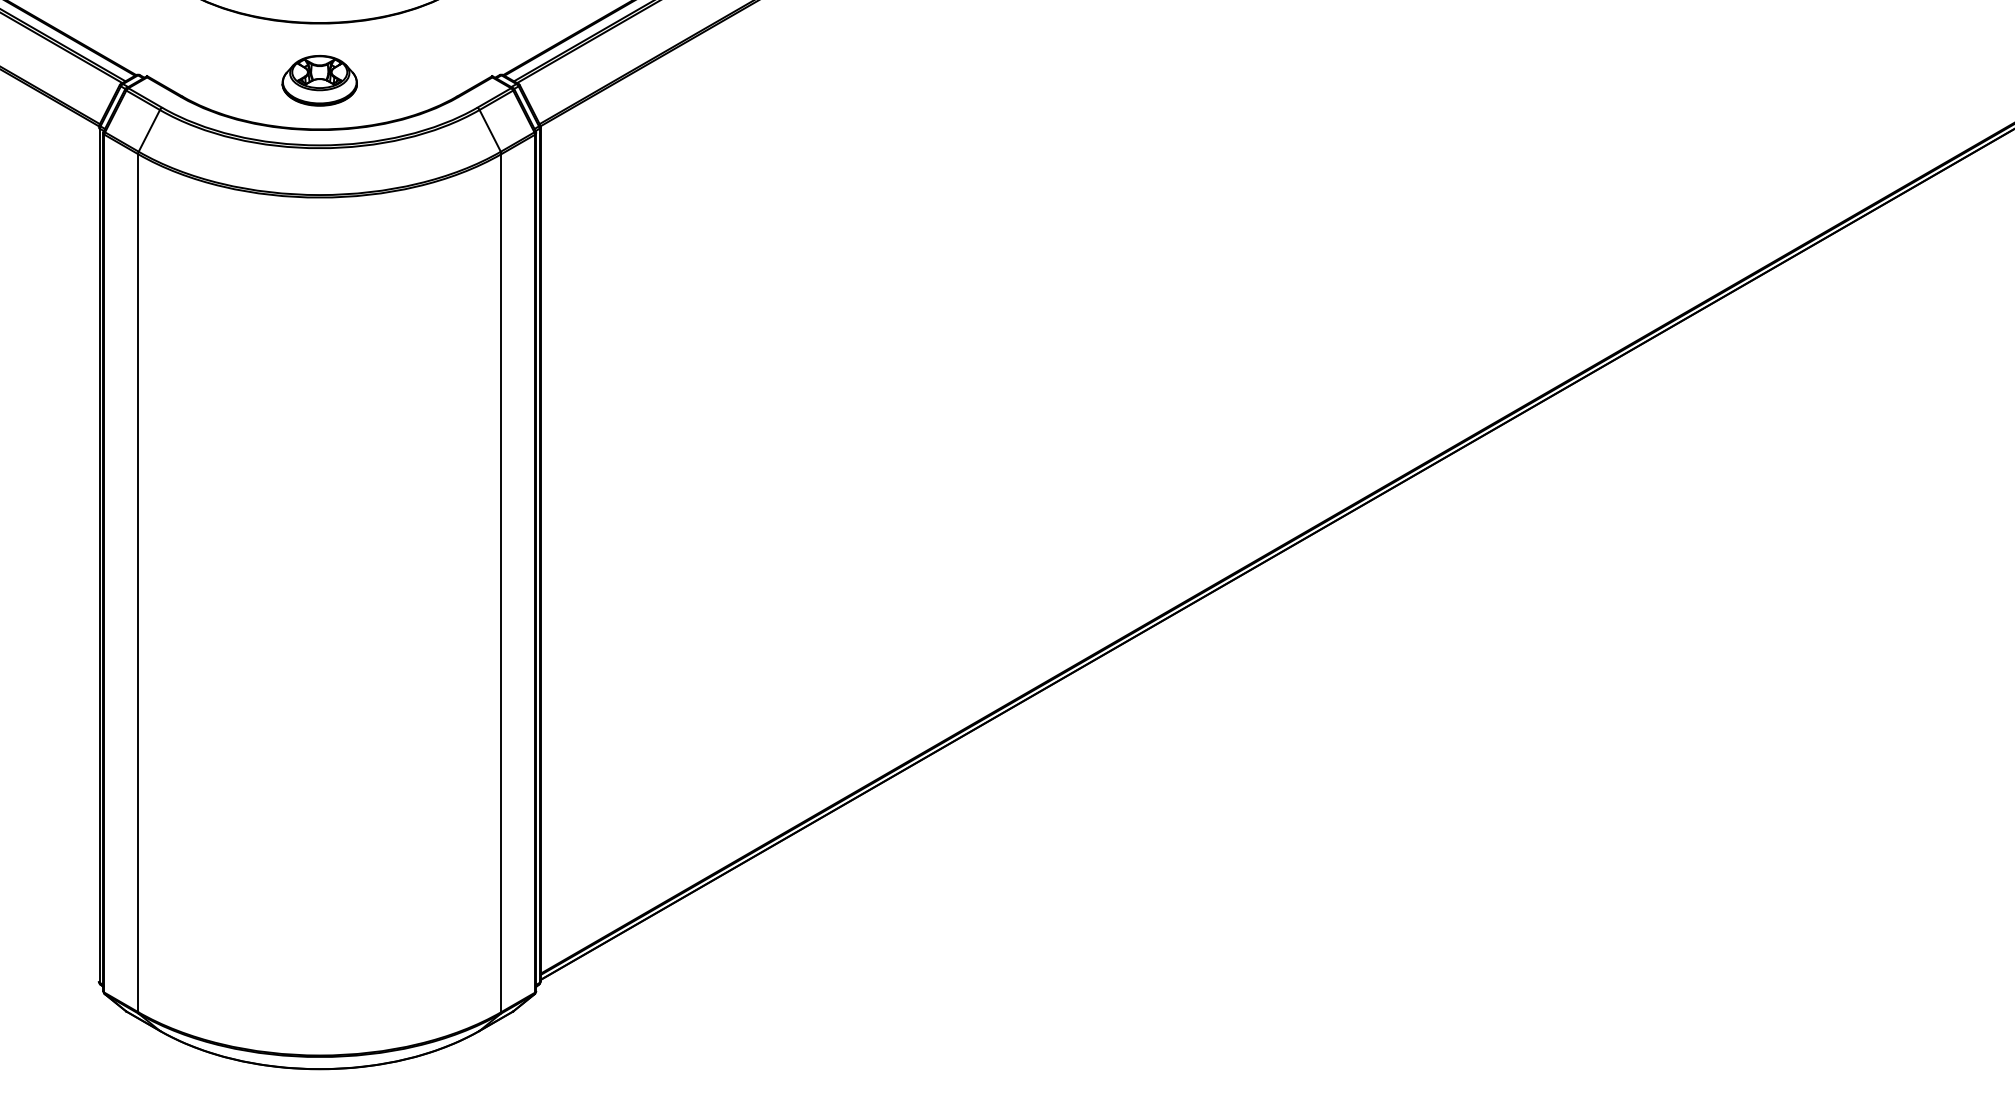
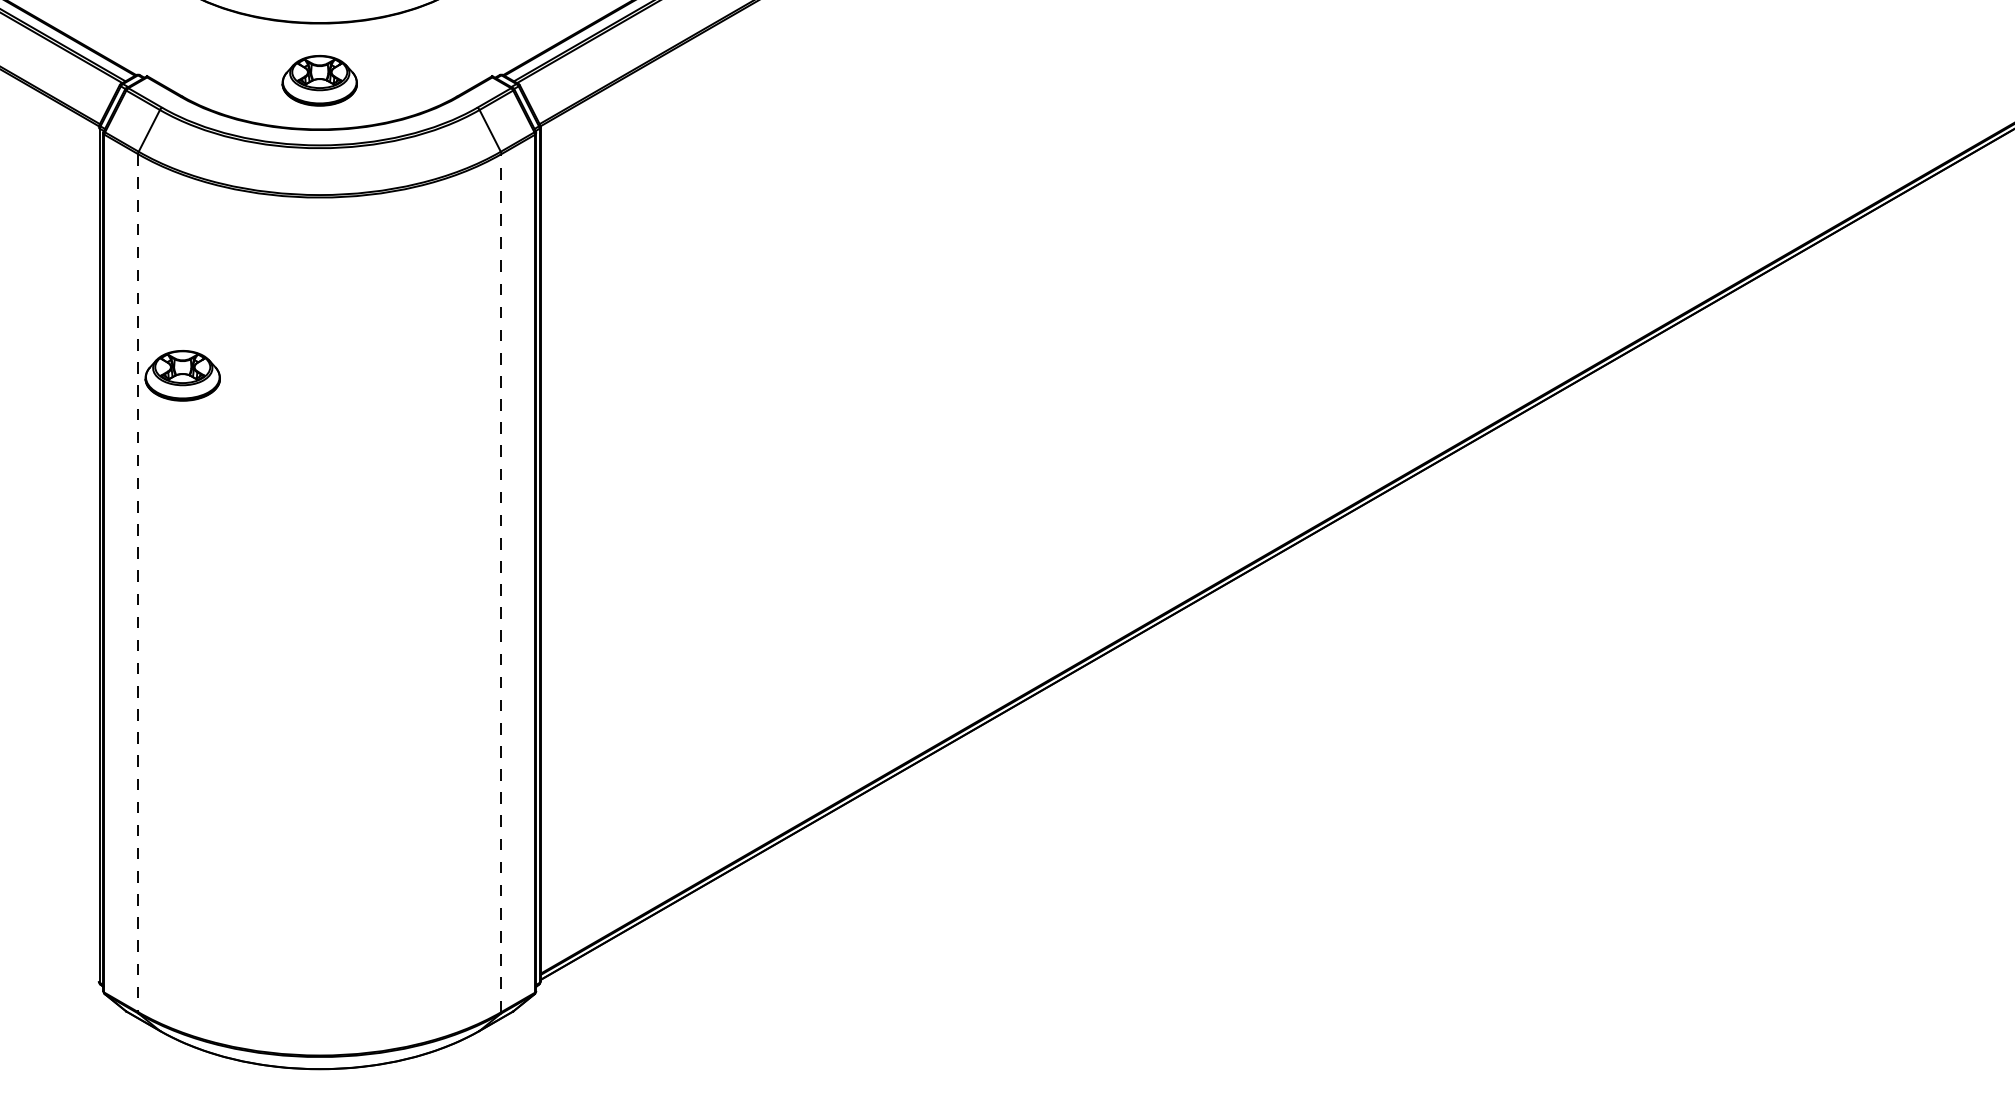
part at (182, 375): none -> present
line at (138, 583): solid -> dashed
line at (501, 583): solid -> dashed
